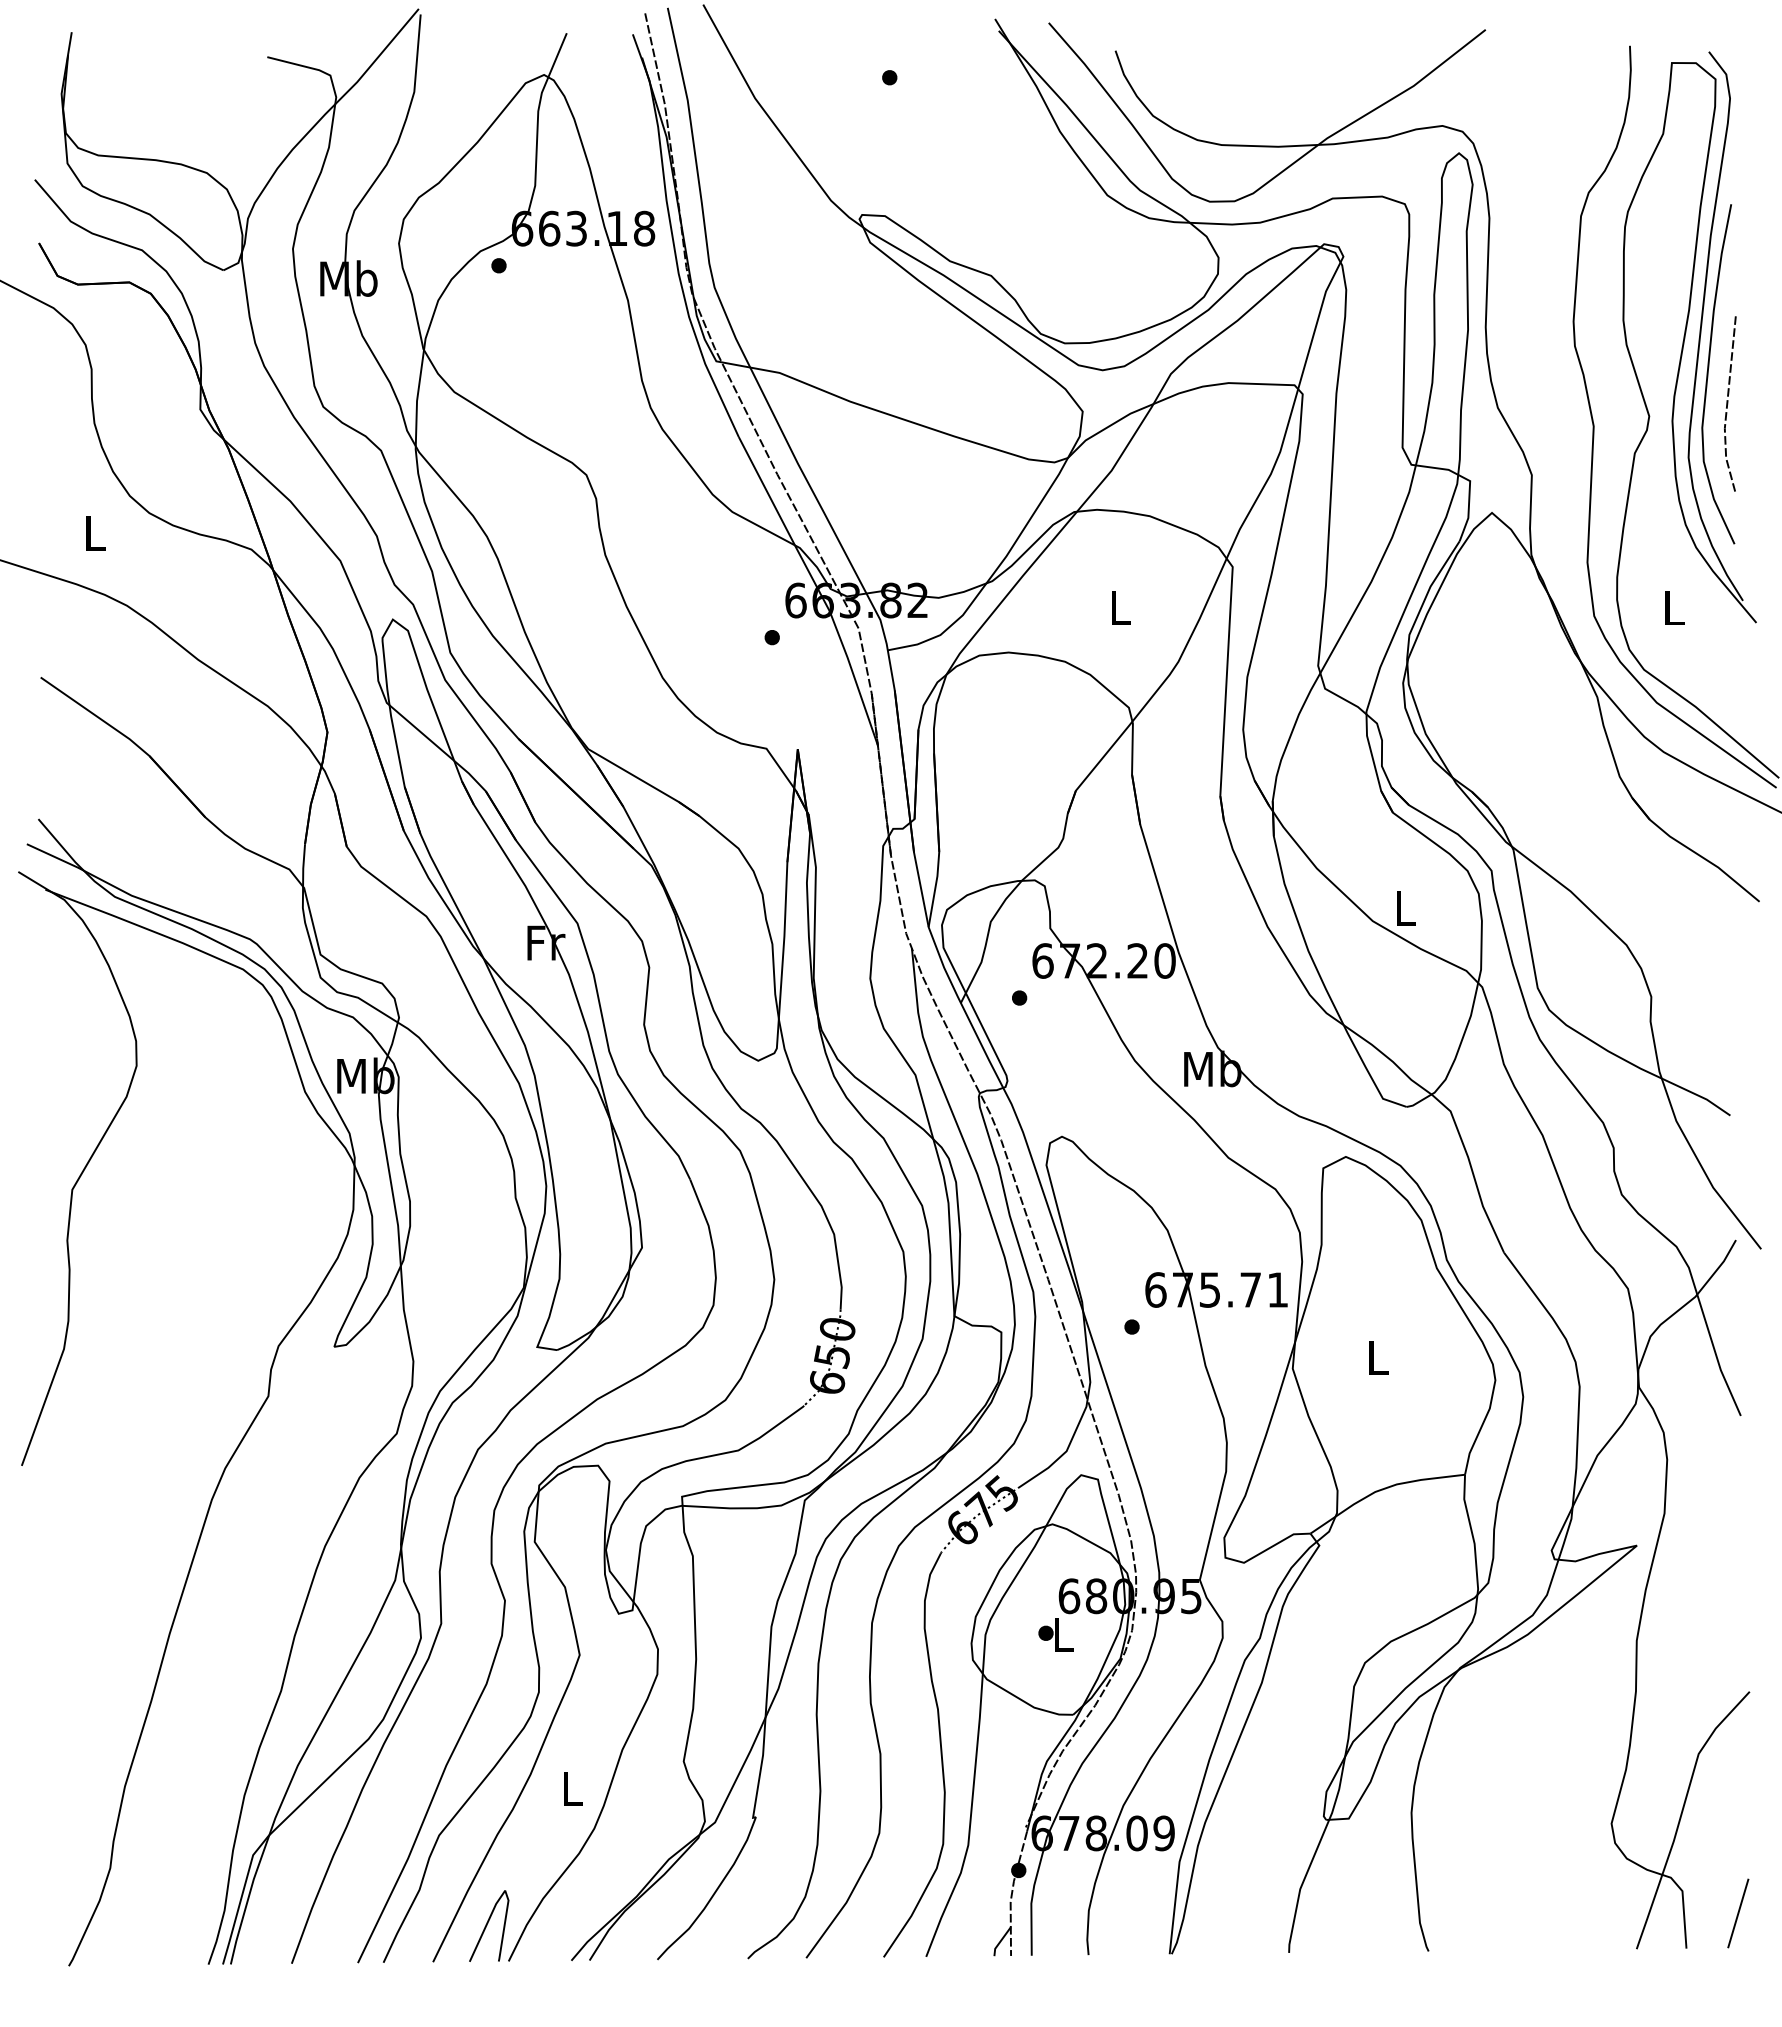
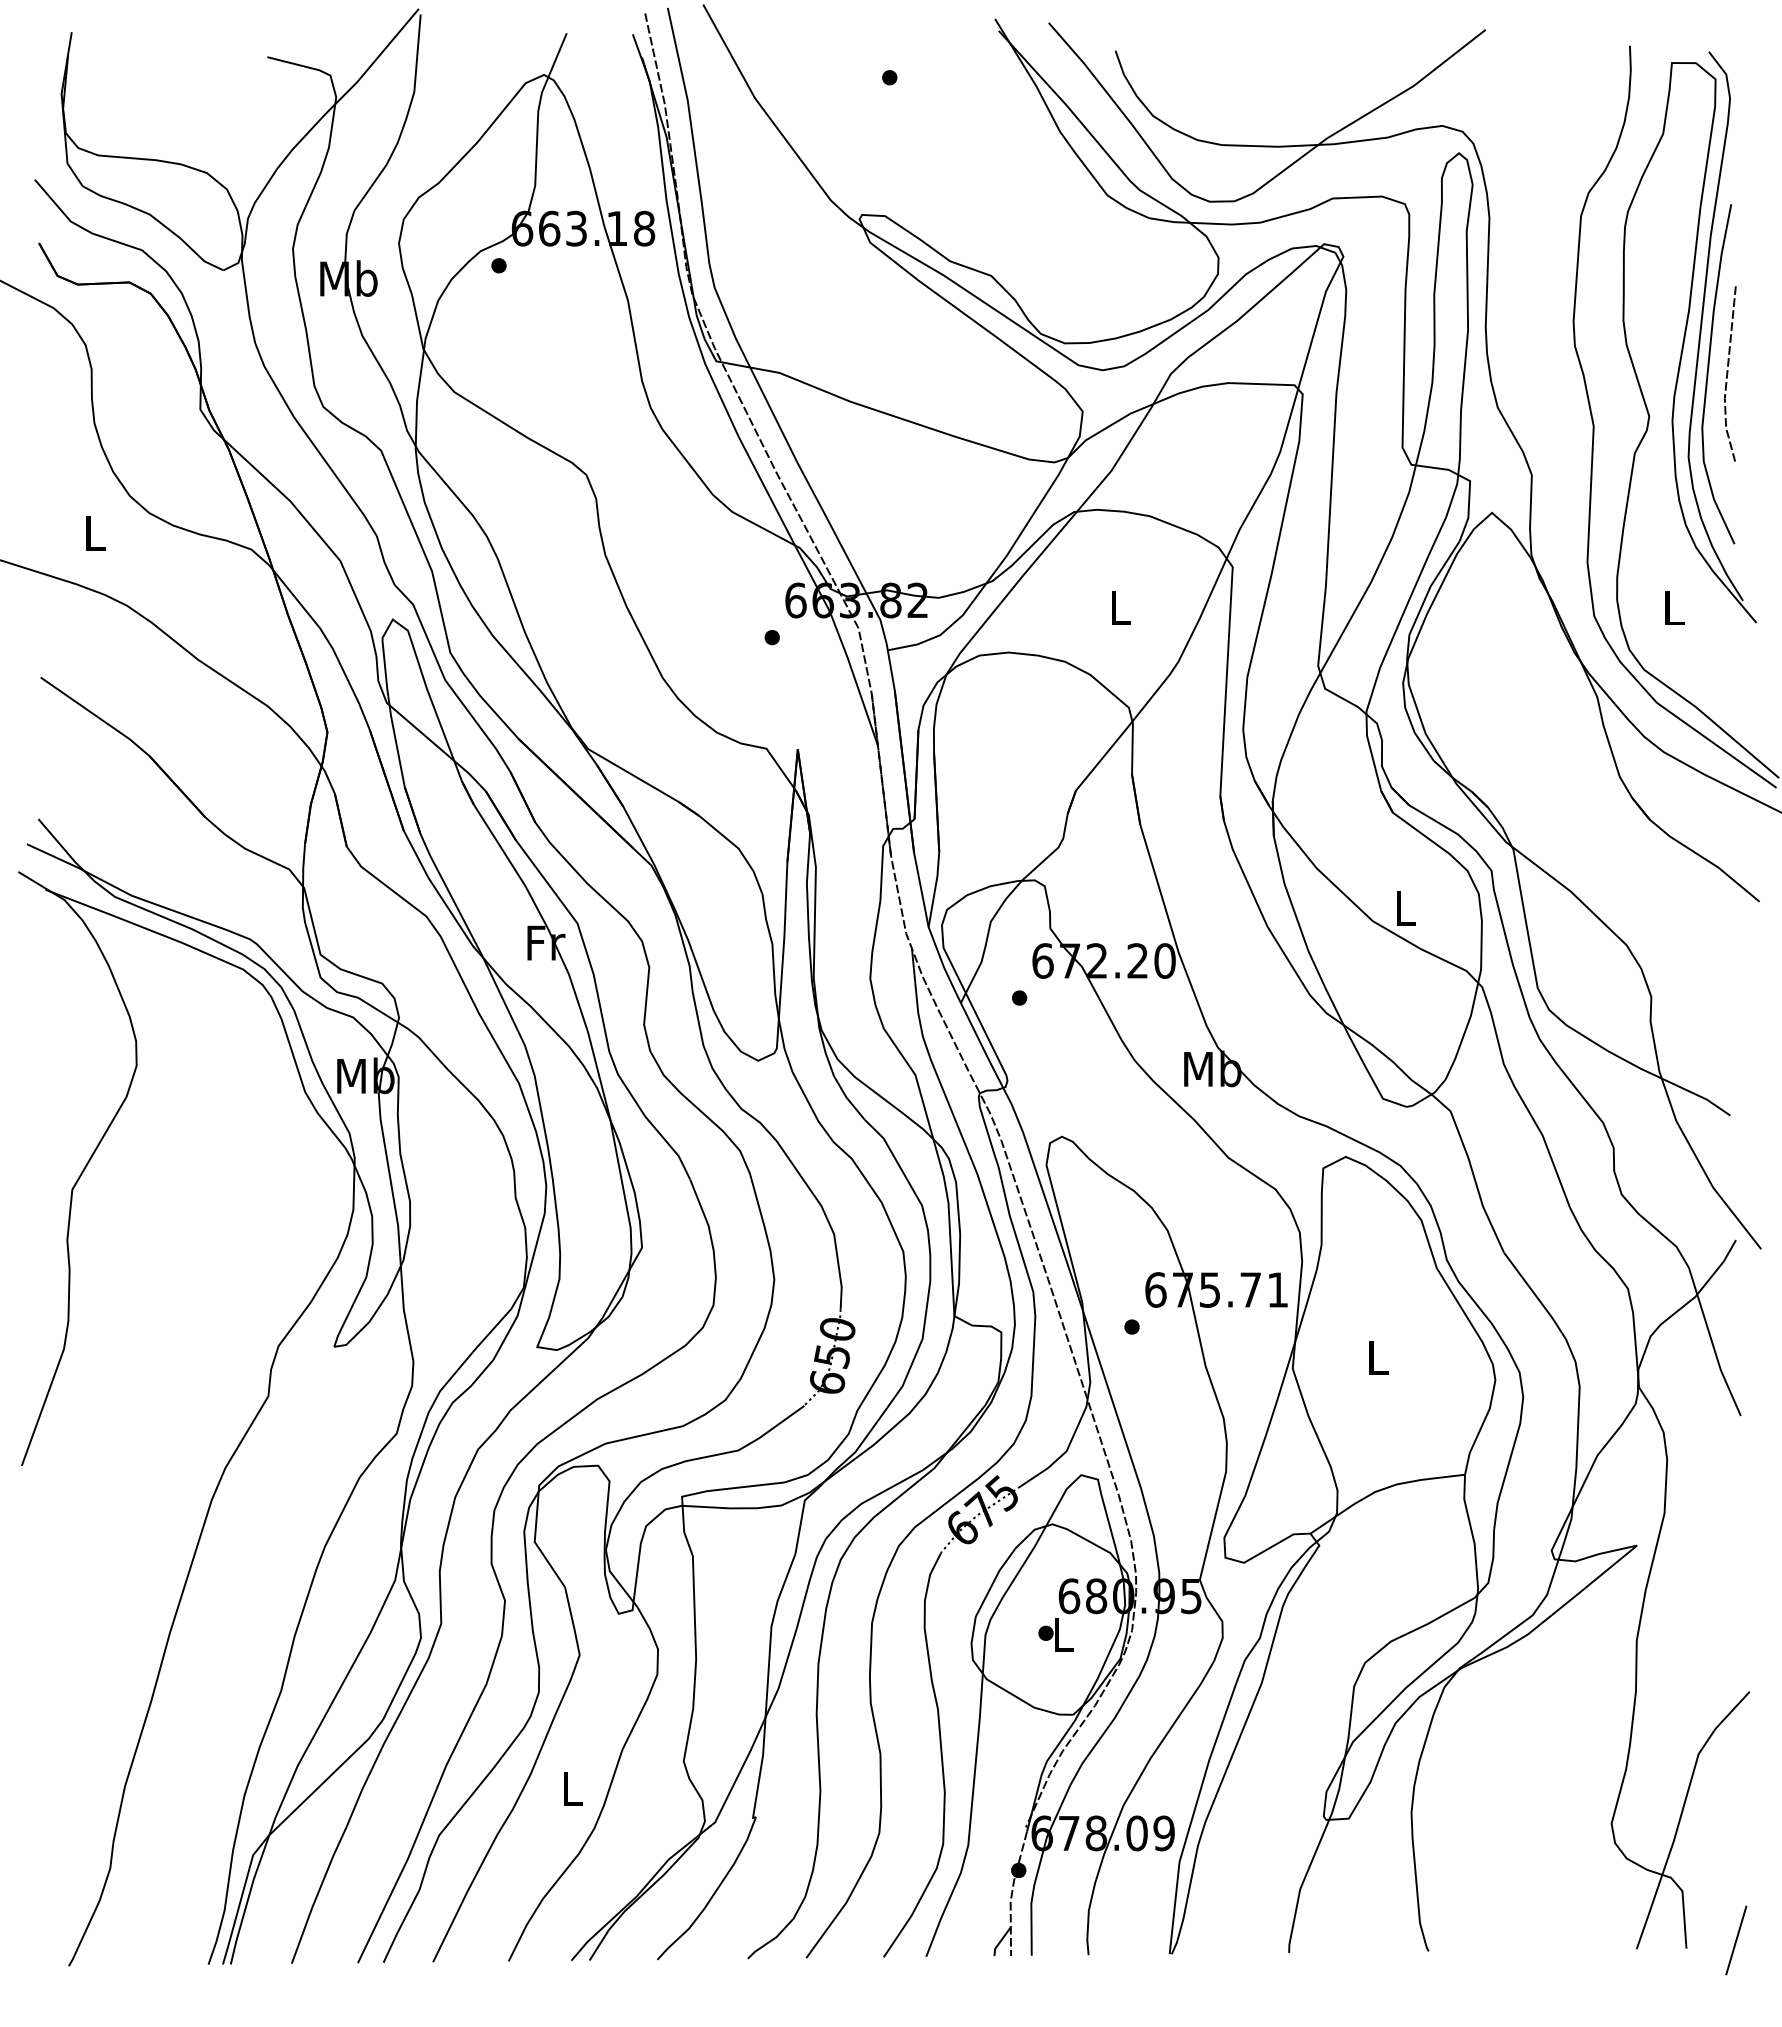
line at (1728, 403) position: (1728, 403) -> (1728, 373)
line at (1738, 1913) position: (1738, 1913) -> (1736, 1940)
curve at (487, 1925): present -> none
